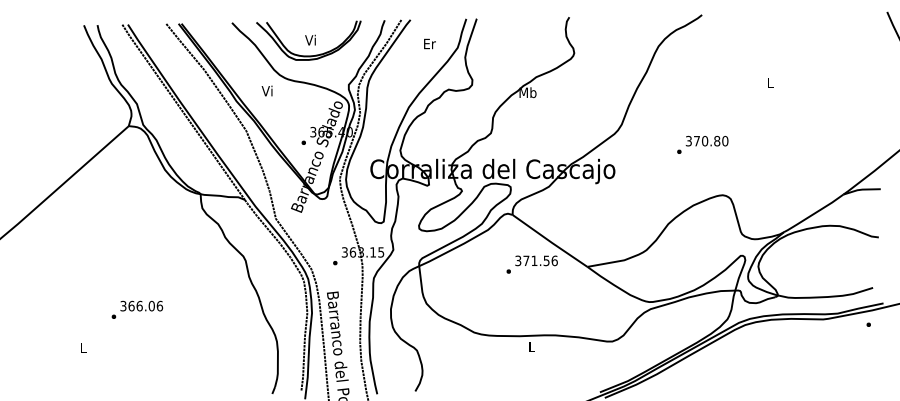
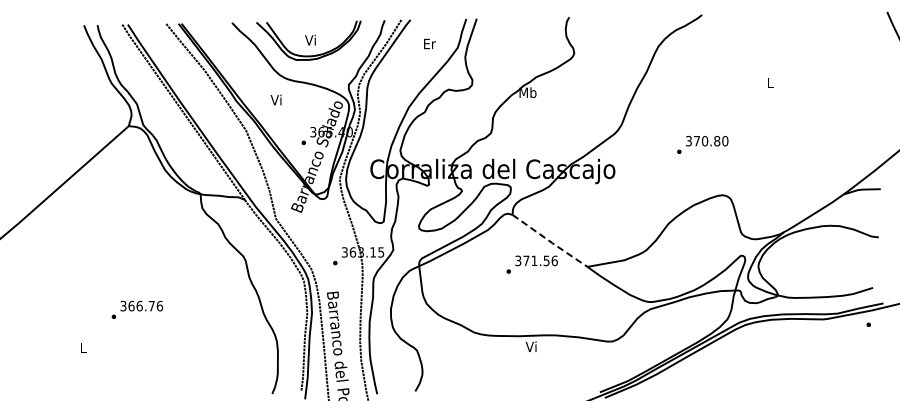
text at (266, 90) position: (266, 90) -> (275, 99)
line at (550, 241): solid -> dashed
text at (151, 305): 366.06 -> 366.76
text at (530, 346): L -> Vi
